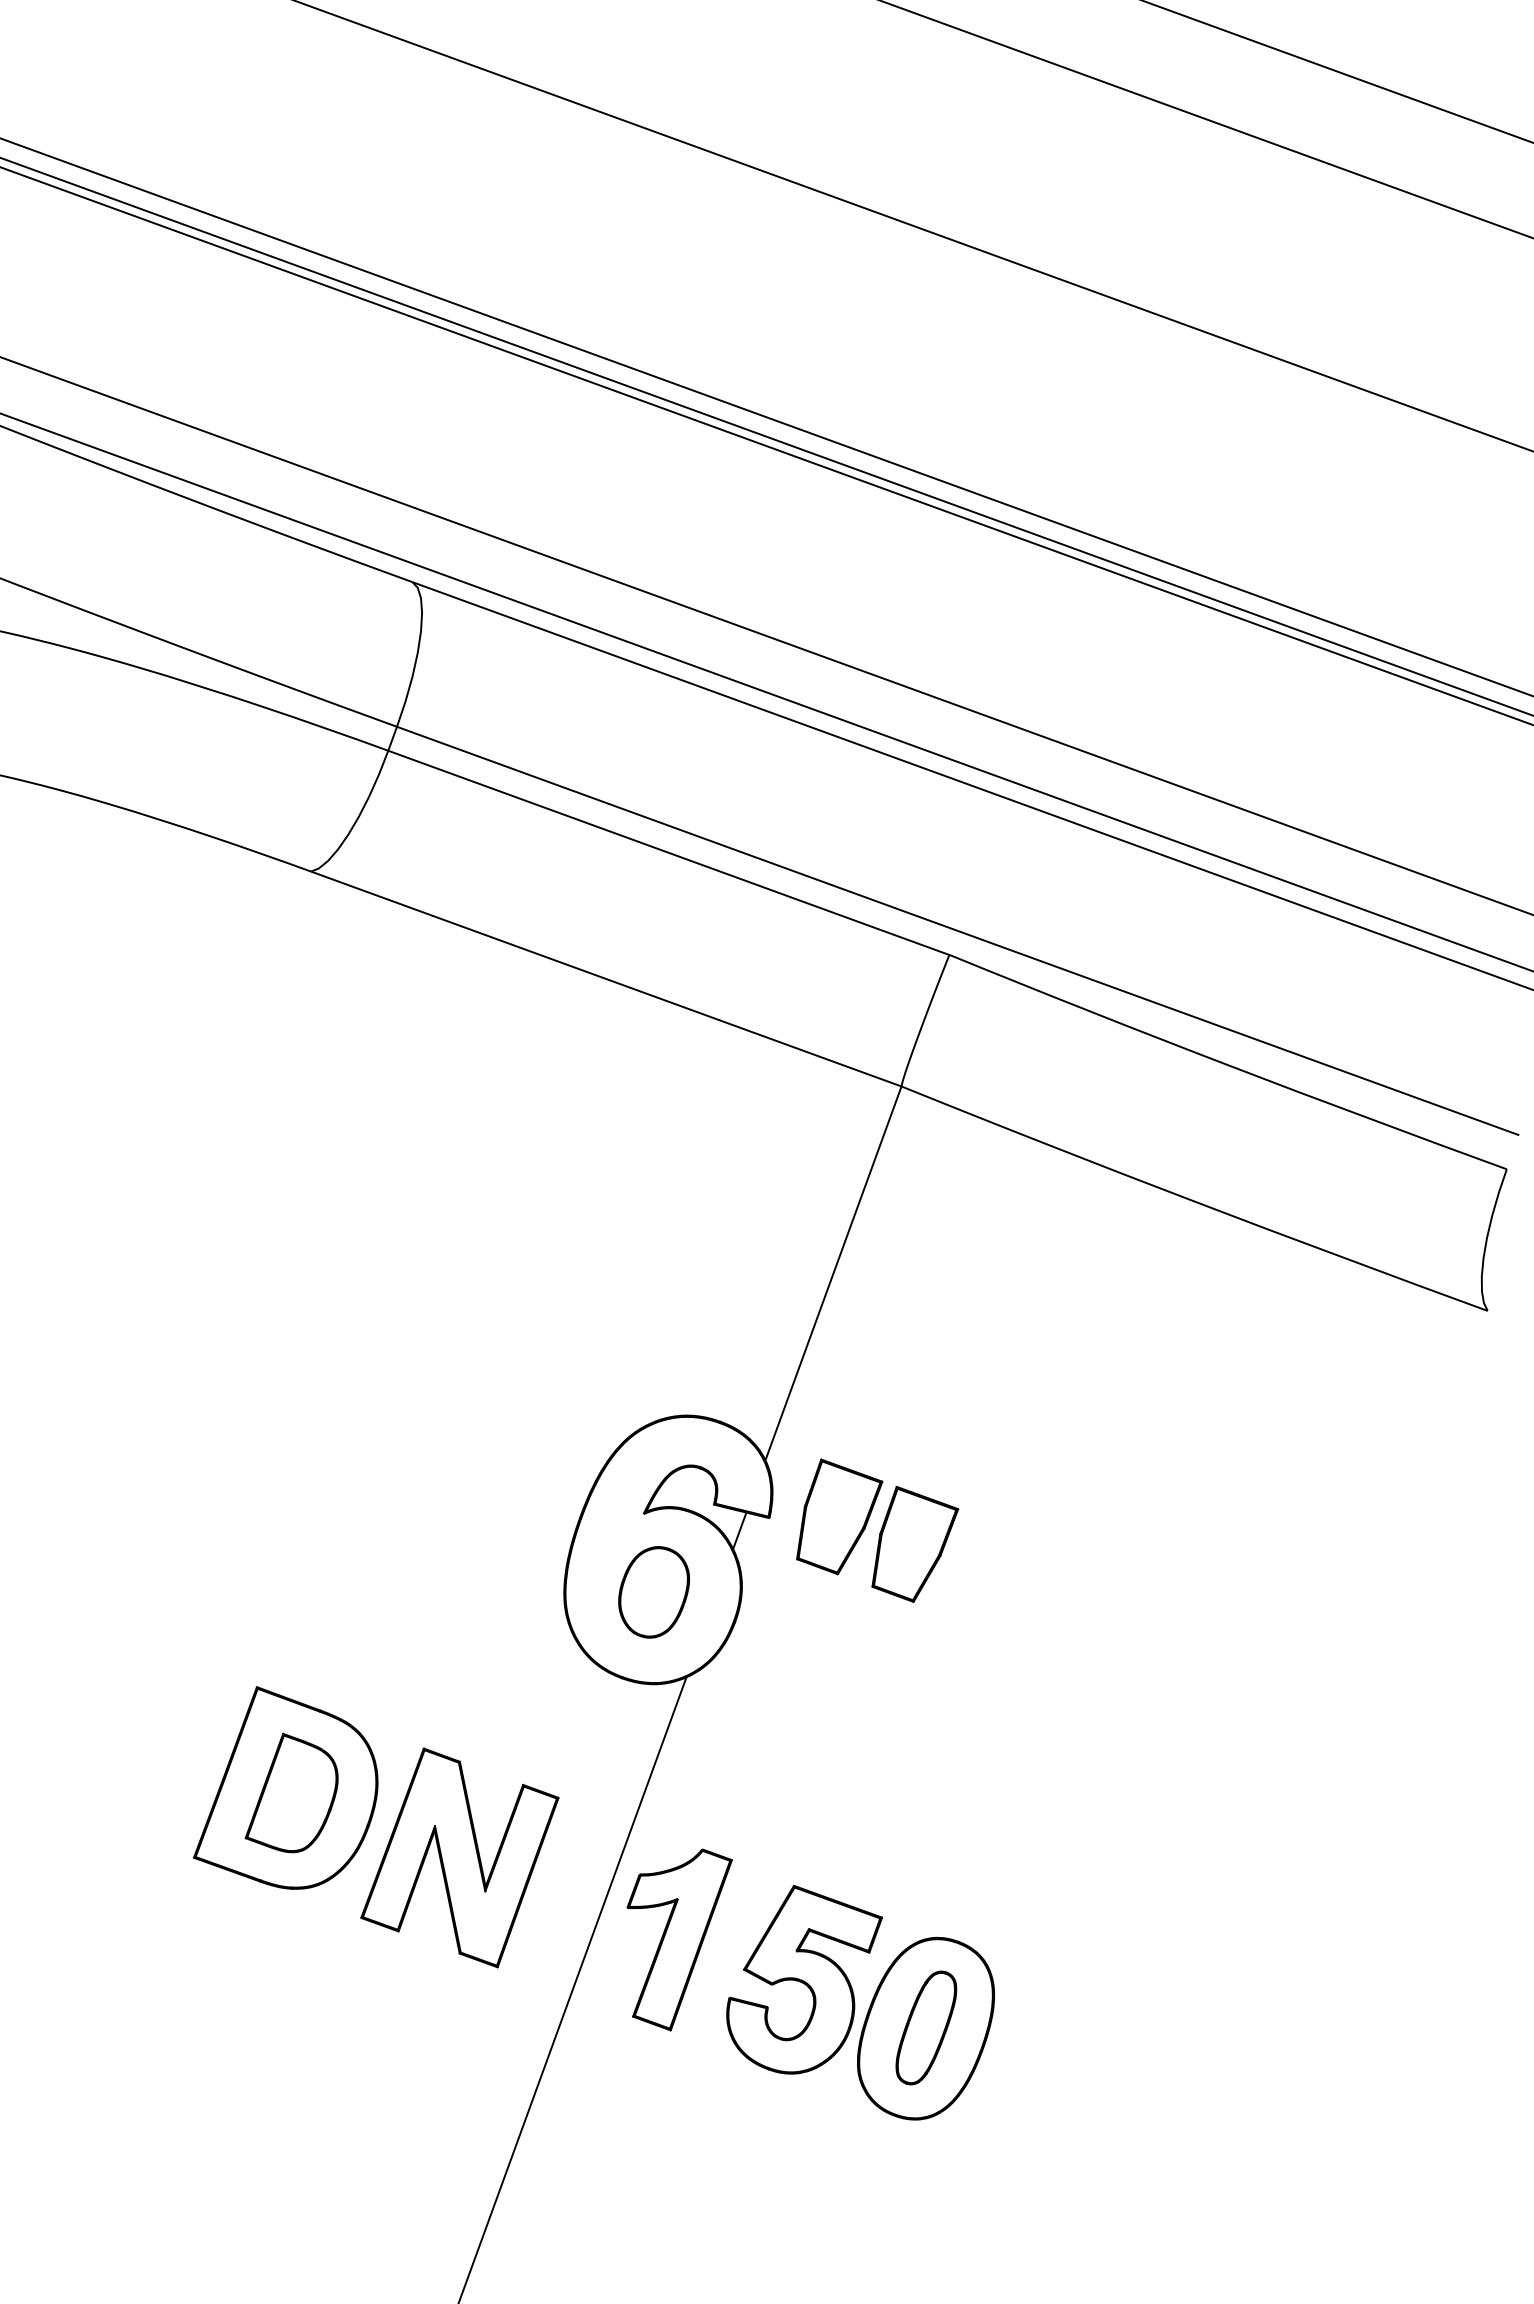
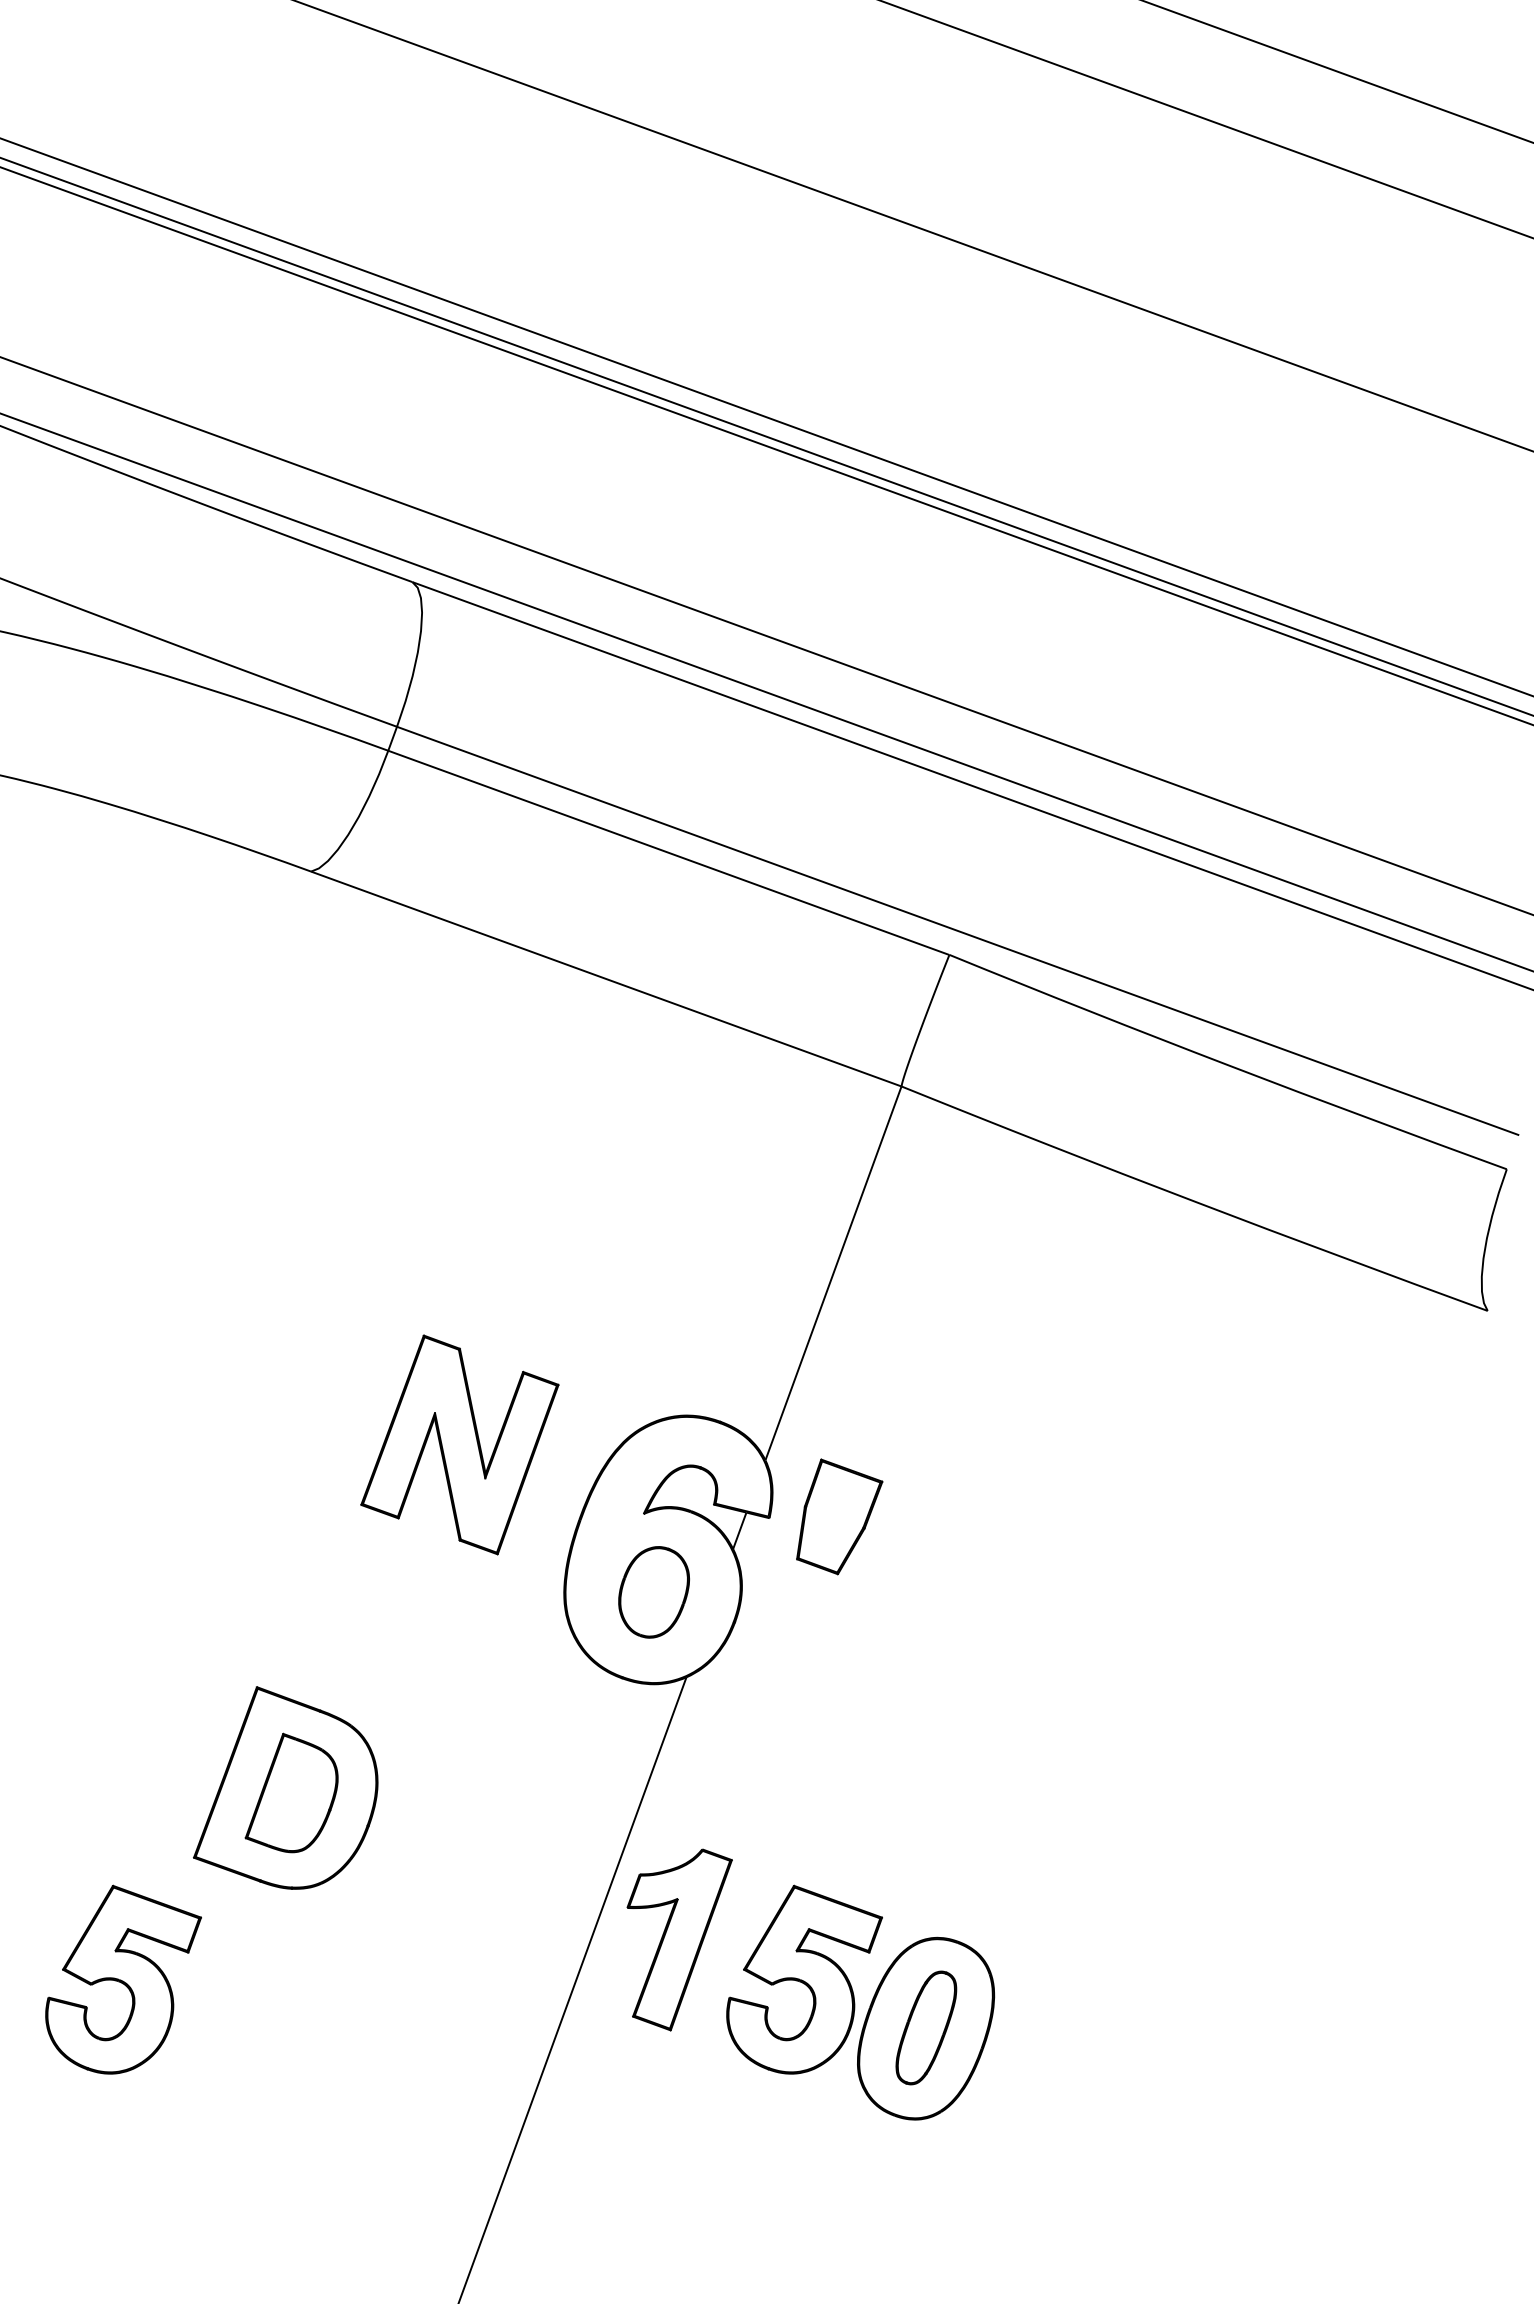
part at (915, 1544): present -> none
part at (459, 1857) position: (459, 1857) -> (459, 1444)
part at (123, 1979): none -> present
